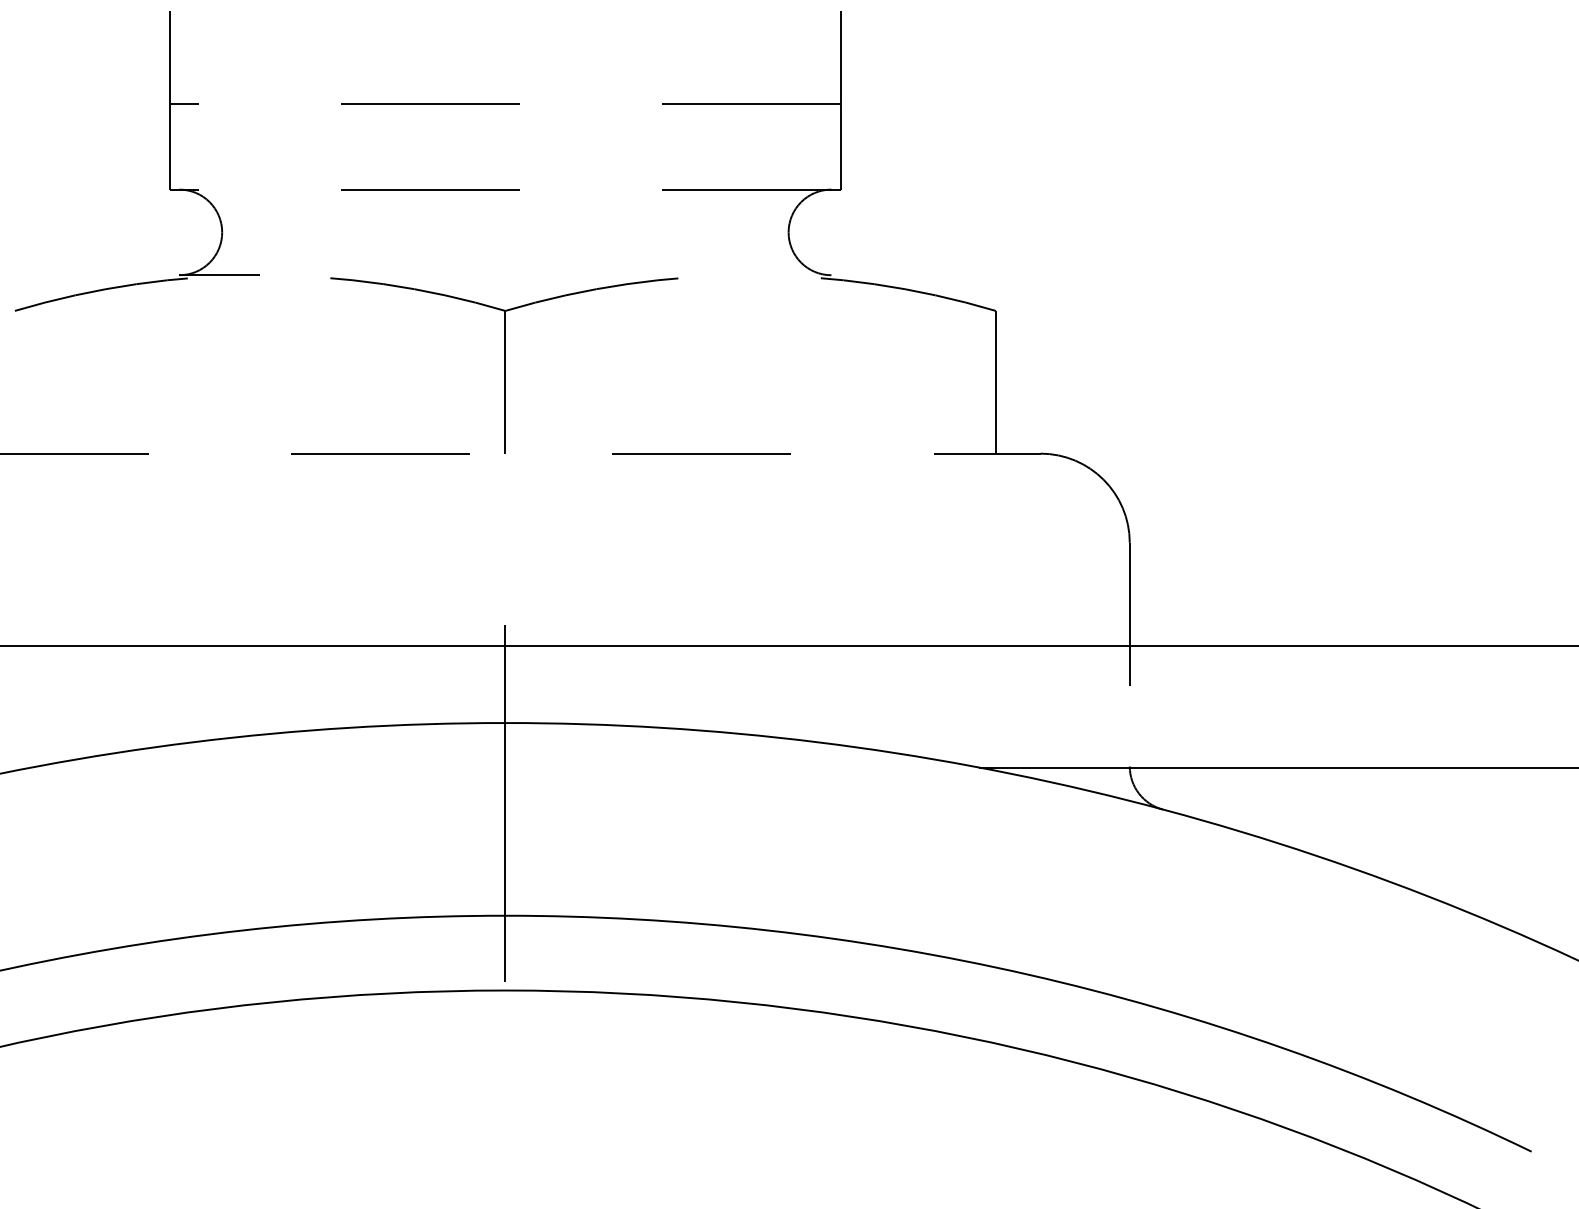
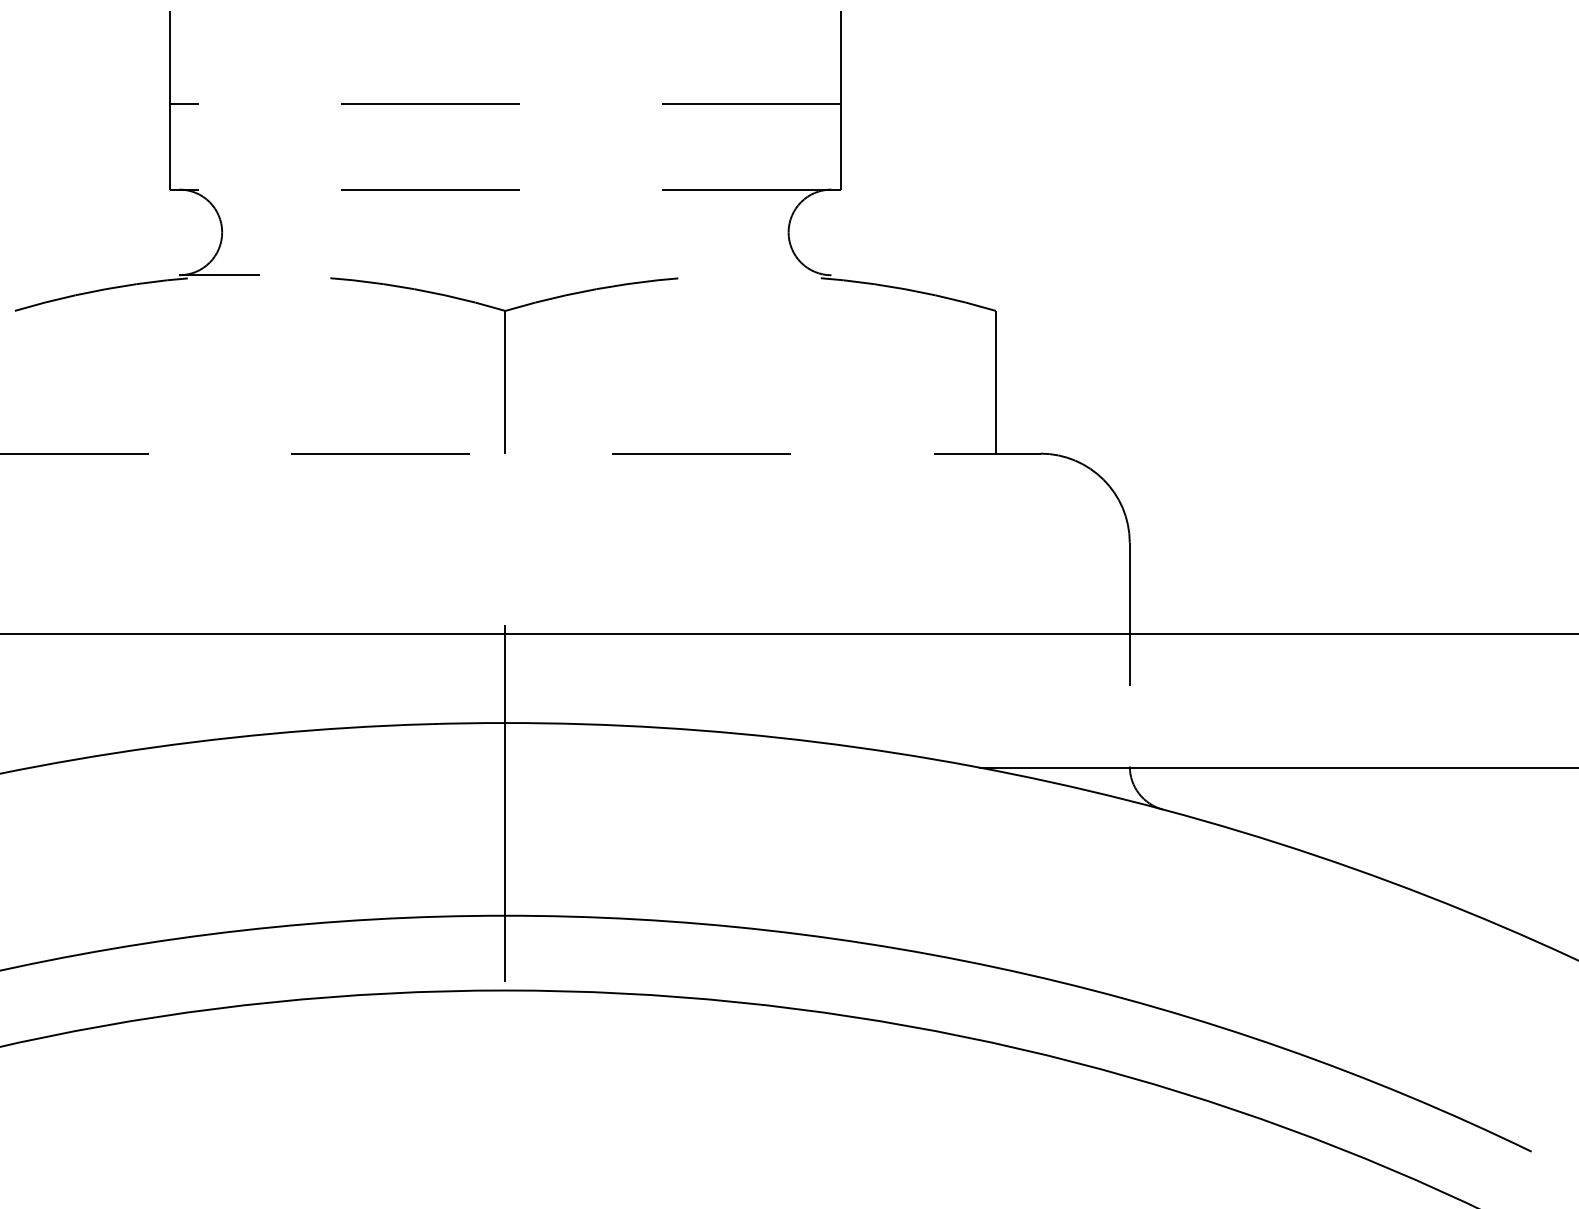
line at (788, 645) position: (788, 645) -> (788, 633)
